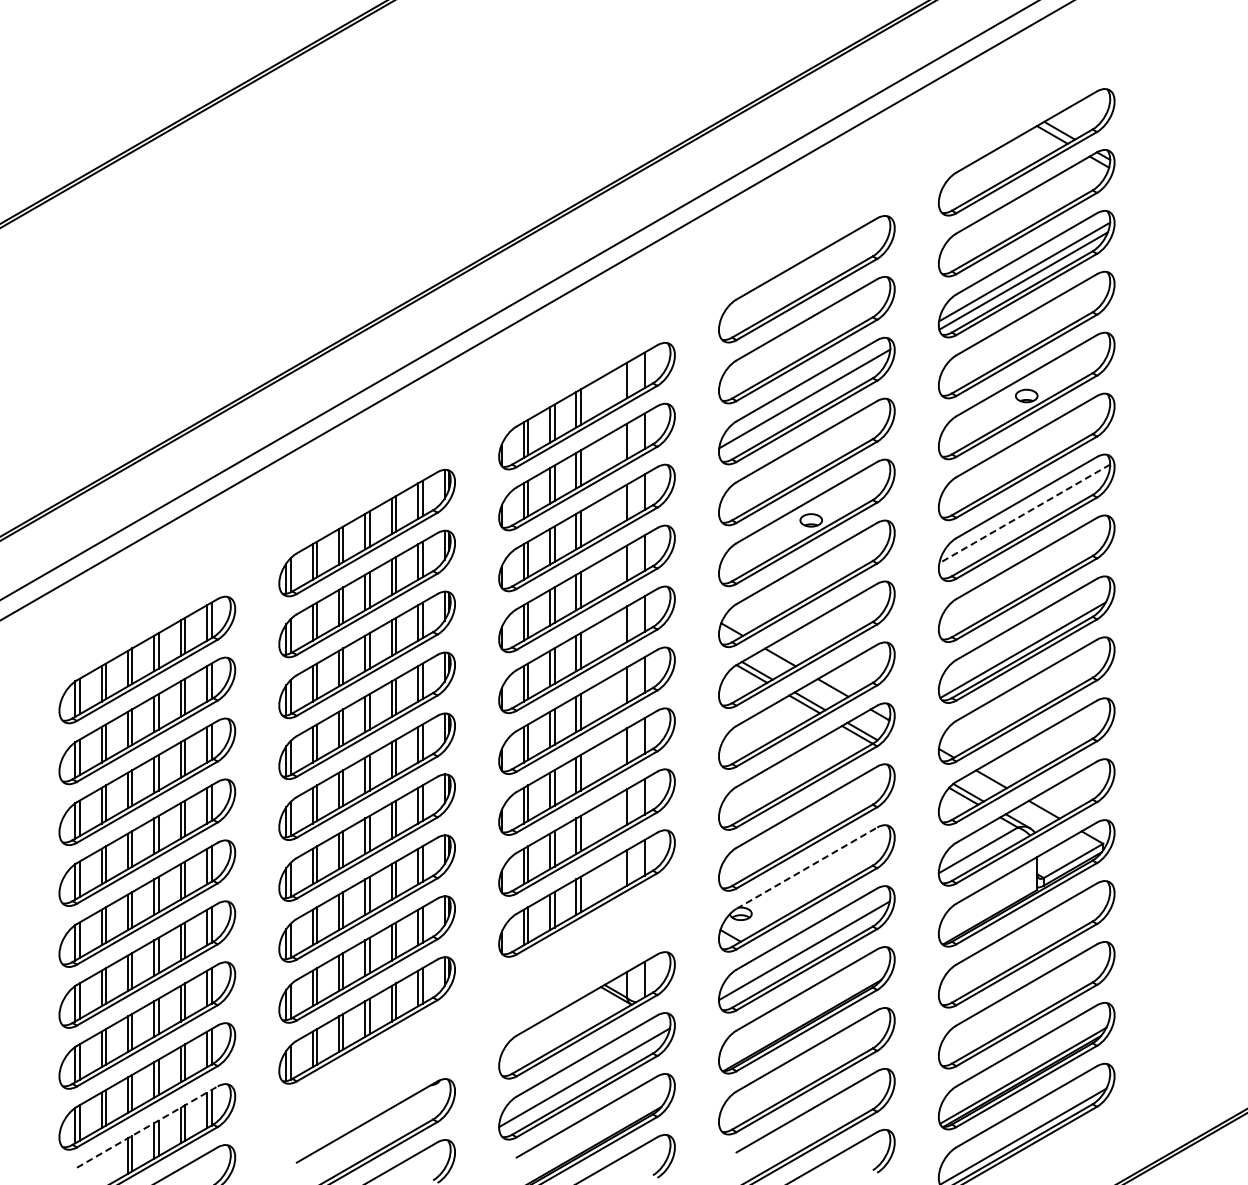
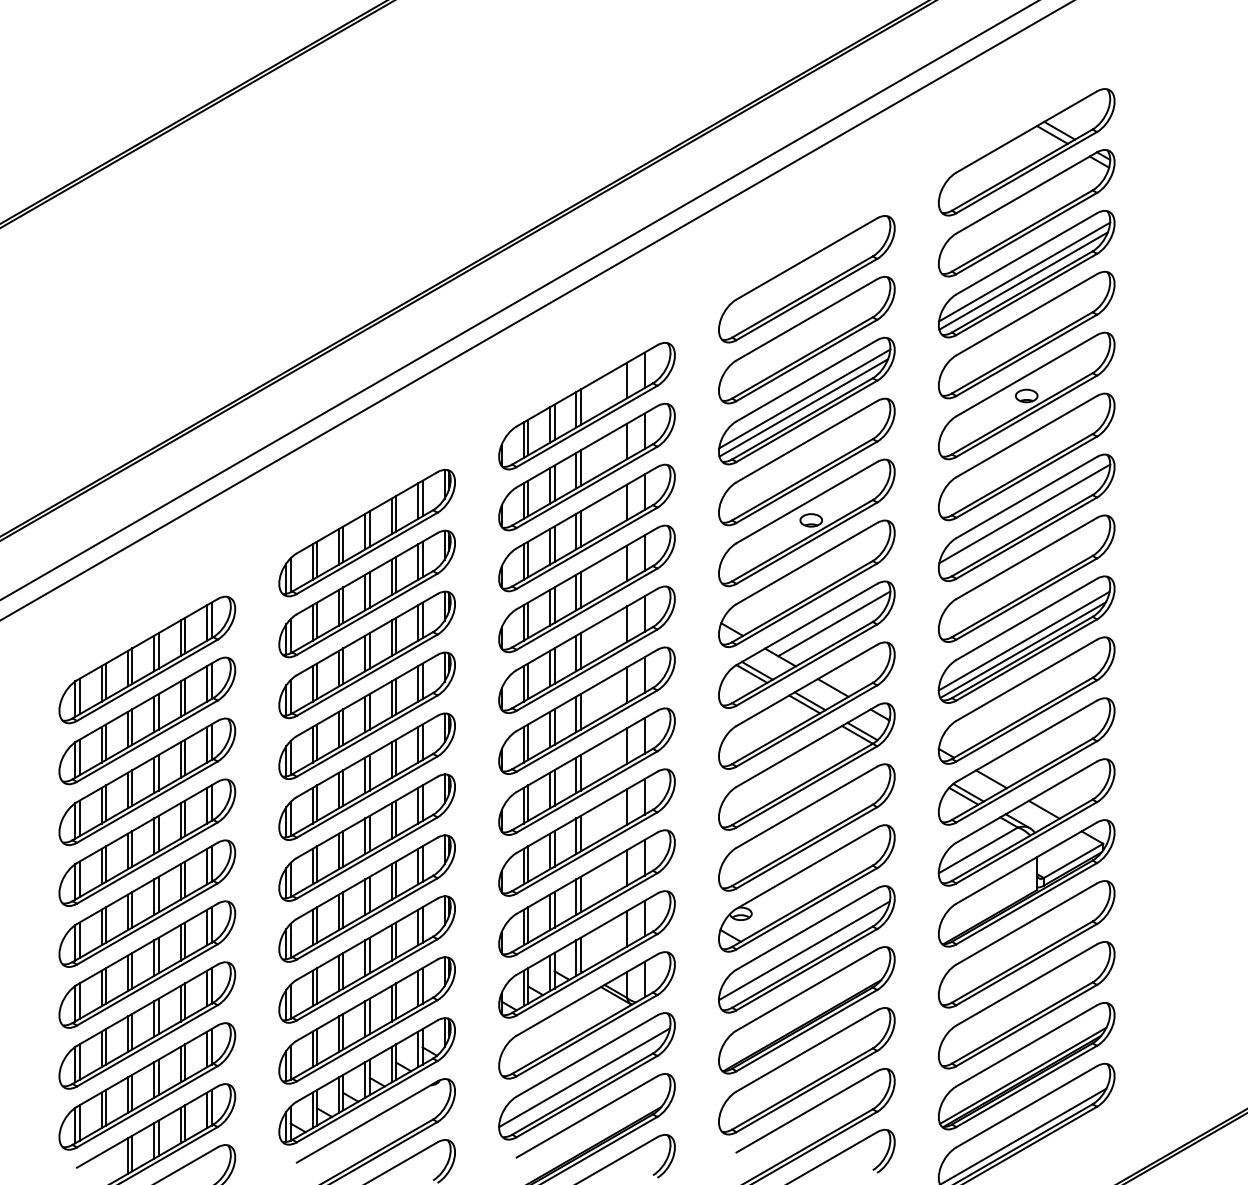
line at (803, 407): none -> present
line at (1024, 513): dashed -> solid
line at (834, 623): none -> present
line at (1023, 640): none -> present
line at (807, 867): dashed -> solid
part at (586, 954): none -> present
part at (366, 1081): none -> present
line at (147, 1126): dashed -> solid
